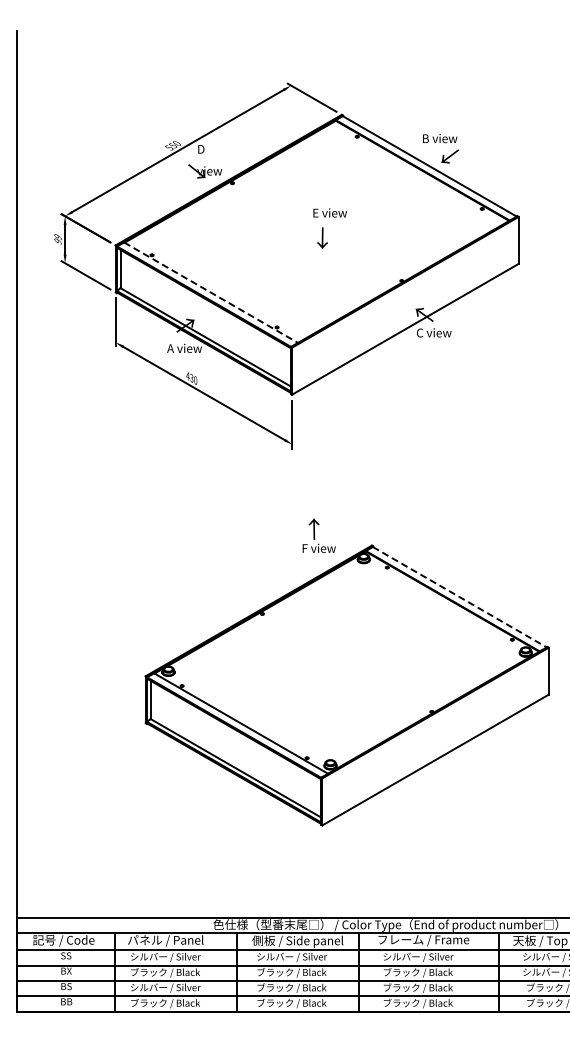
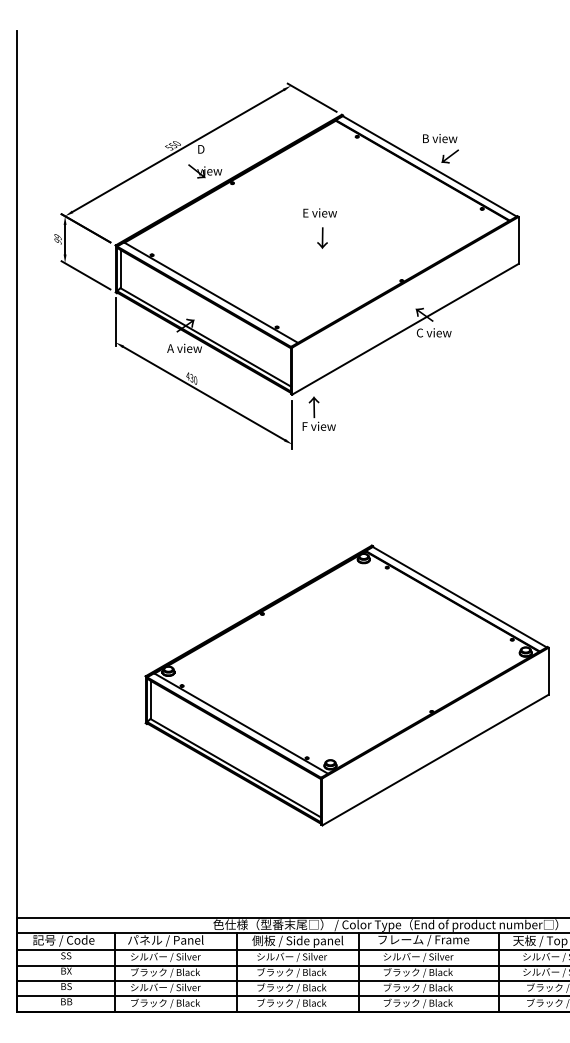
text at (329, 212) position: (329, 212) -> (319, 212)
line at (211, 292): dashed -> solid
text at (318, 535) position: (318, 535) -> (318, 413)
line at (460, 597): dashed -> solid
